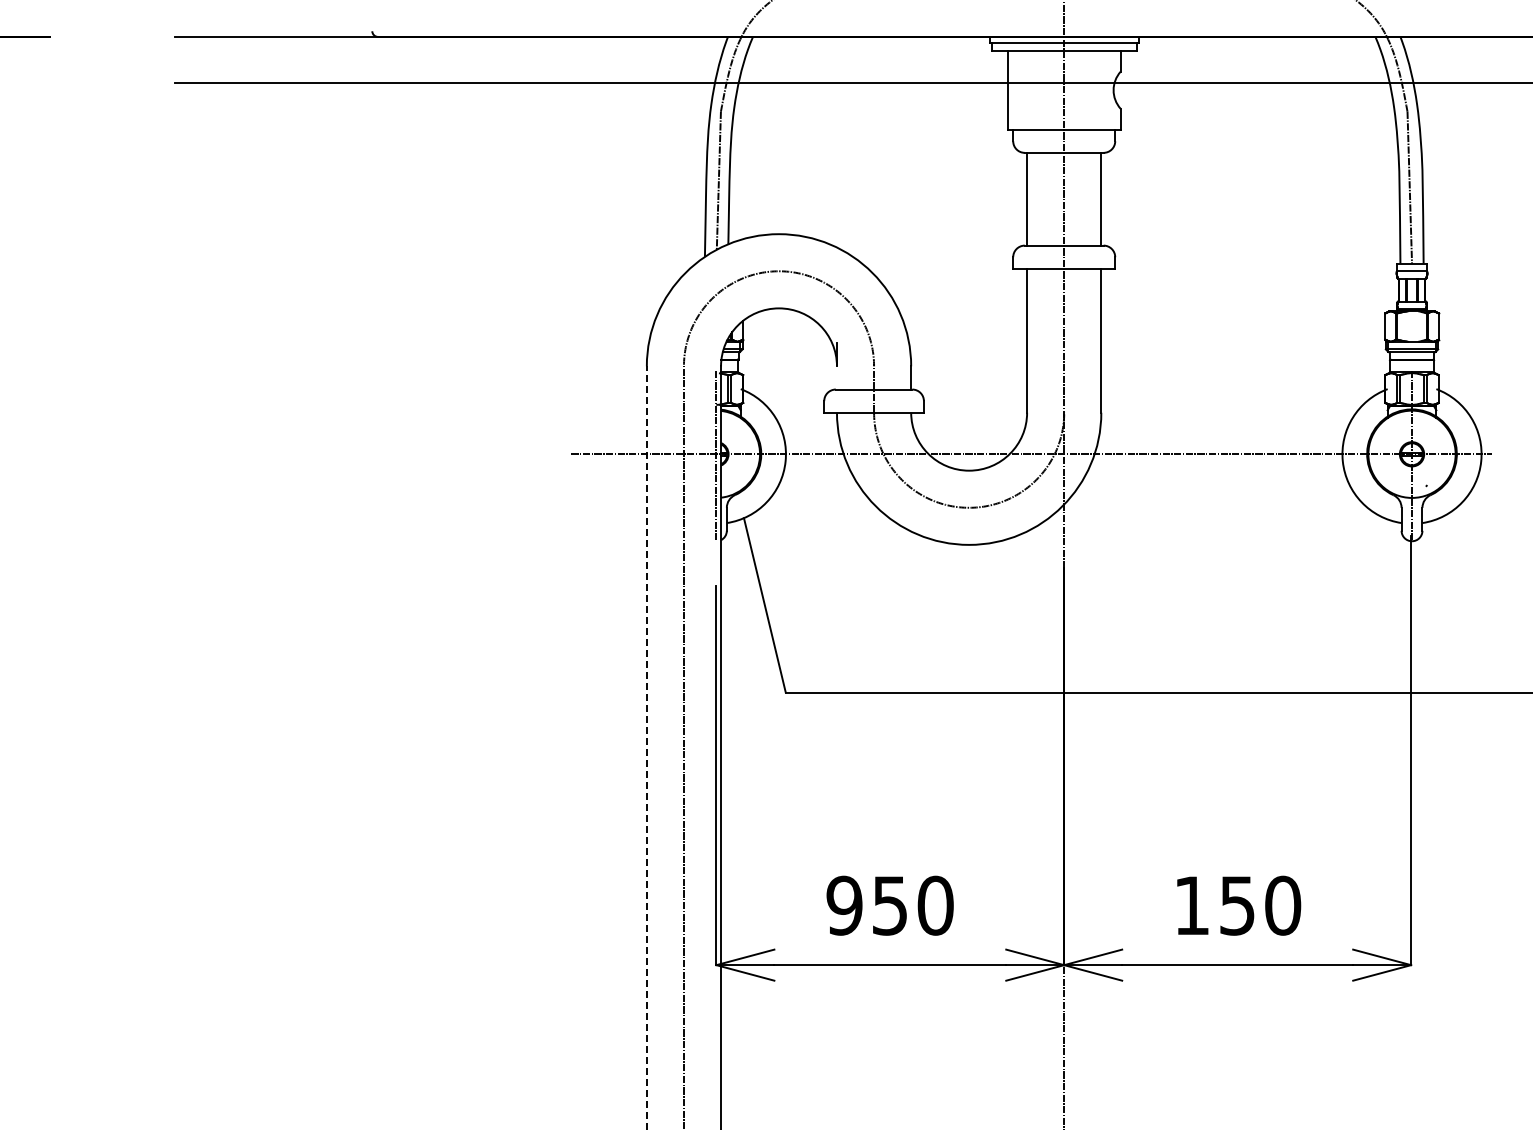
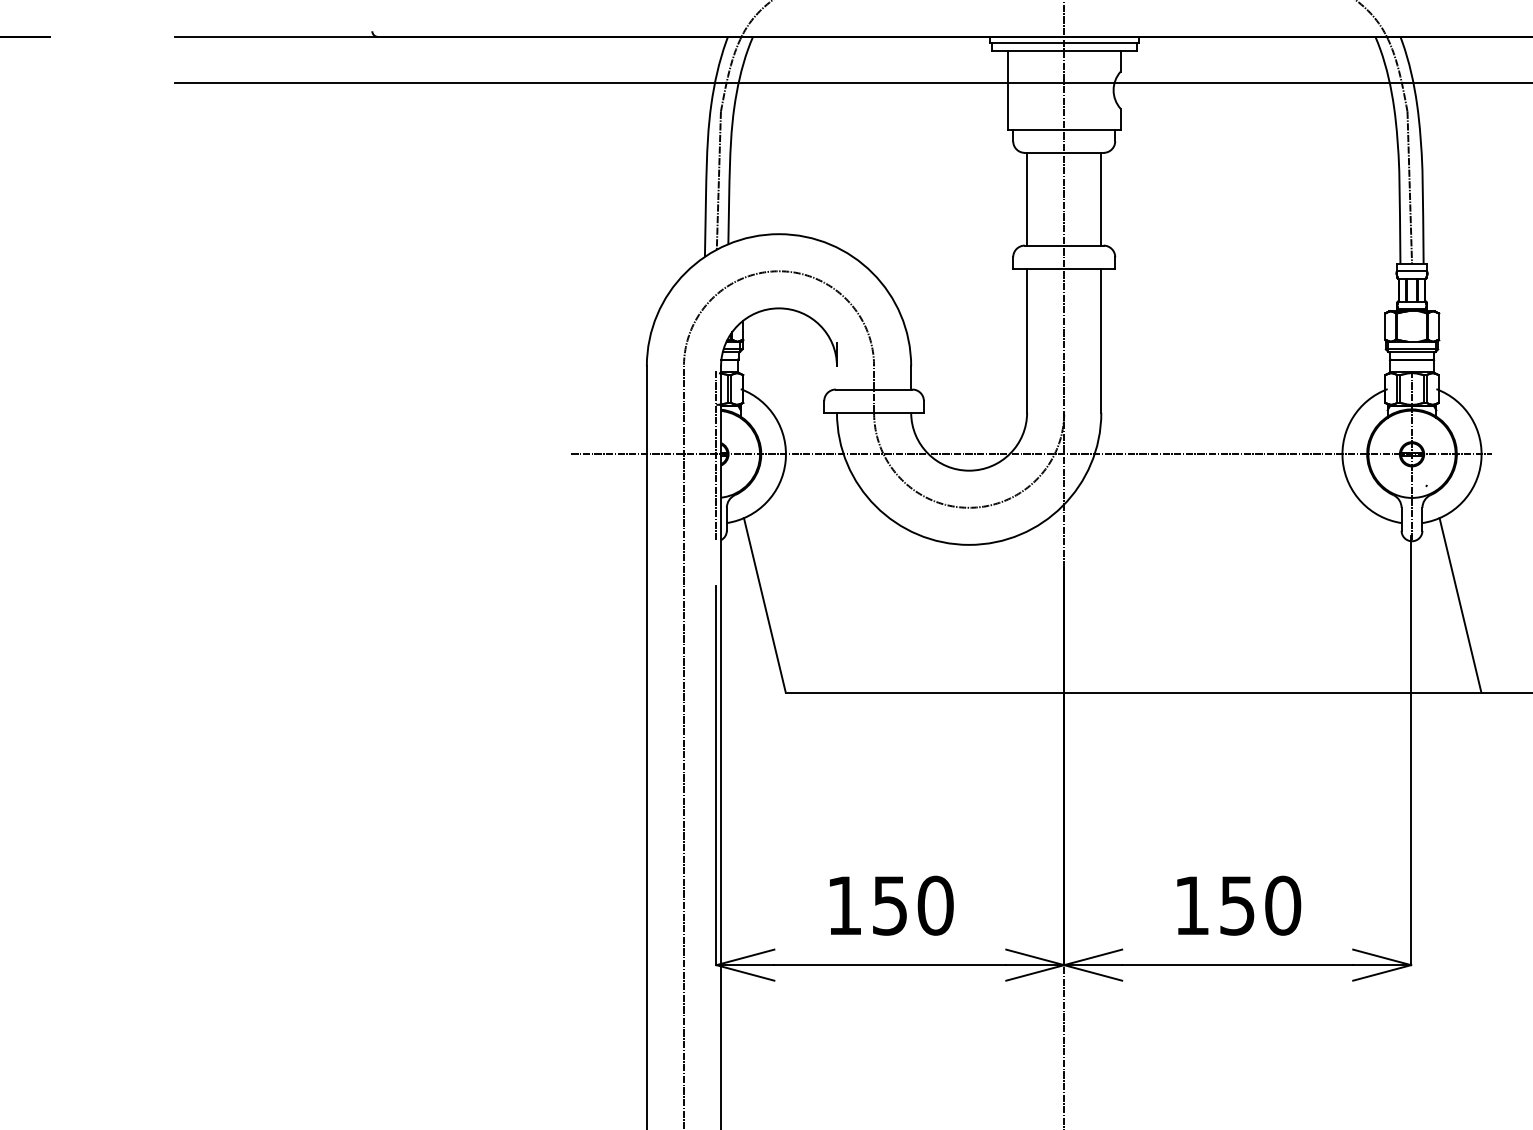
line at (1460, 605): none -> present
line at (646, 747): dashed -> solid
text at (844, 905): 950 -> 150
